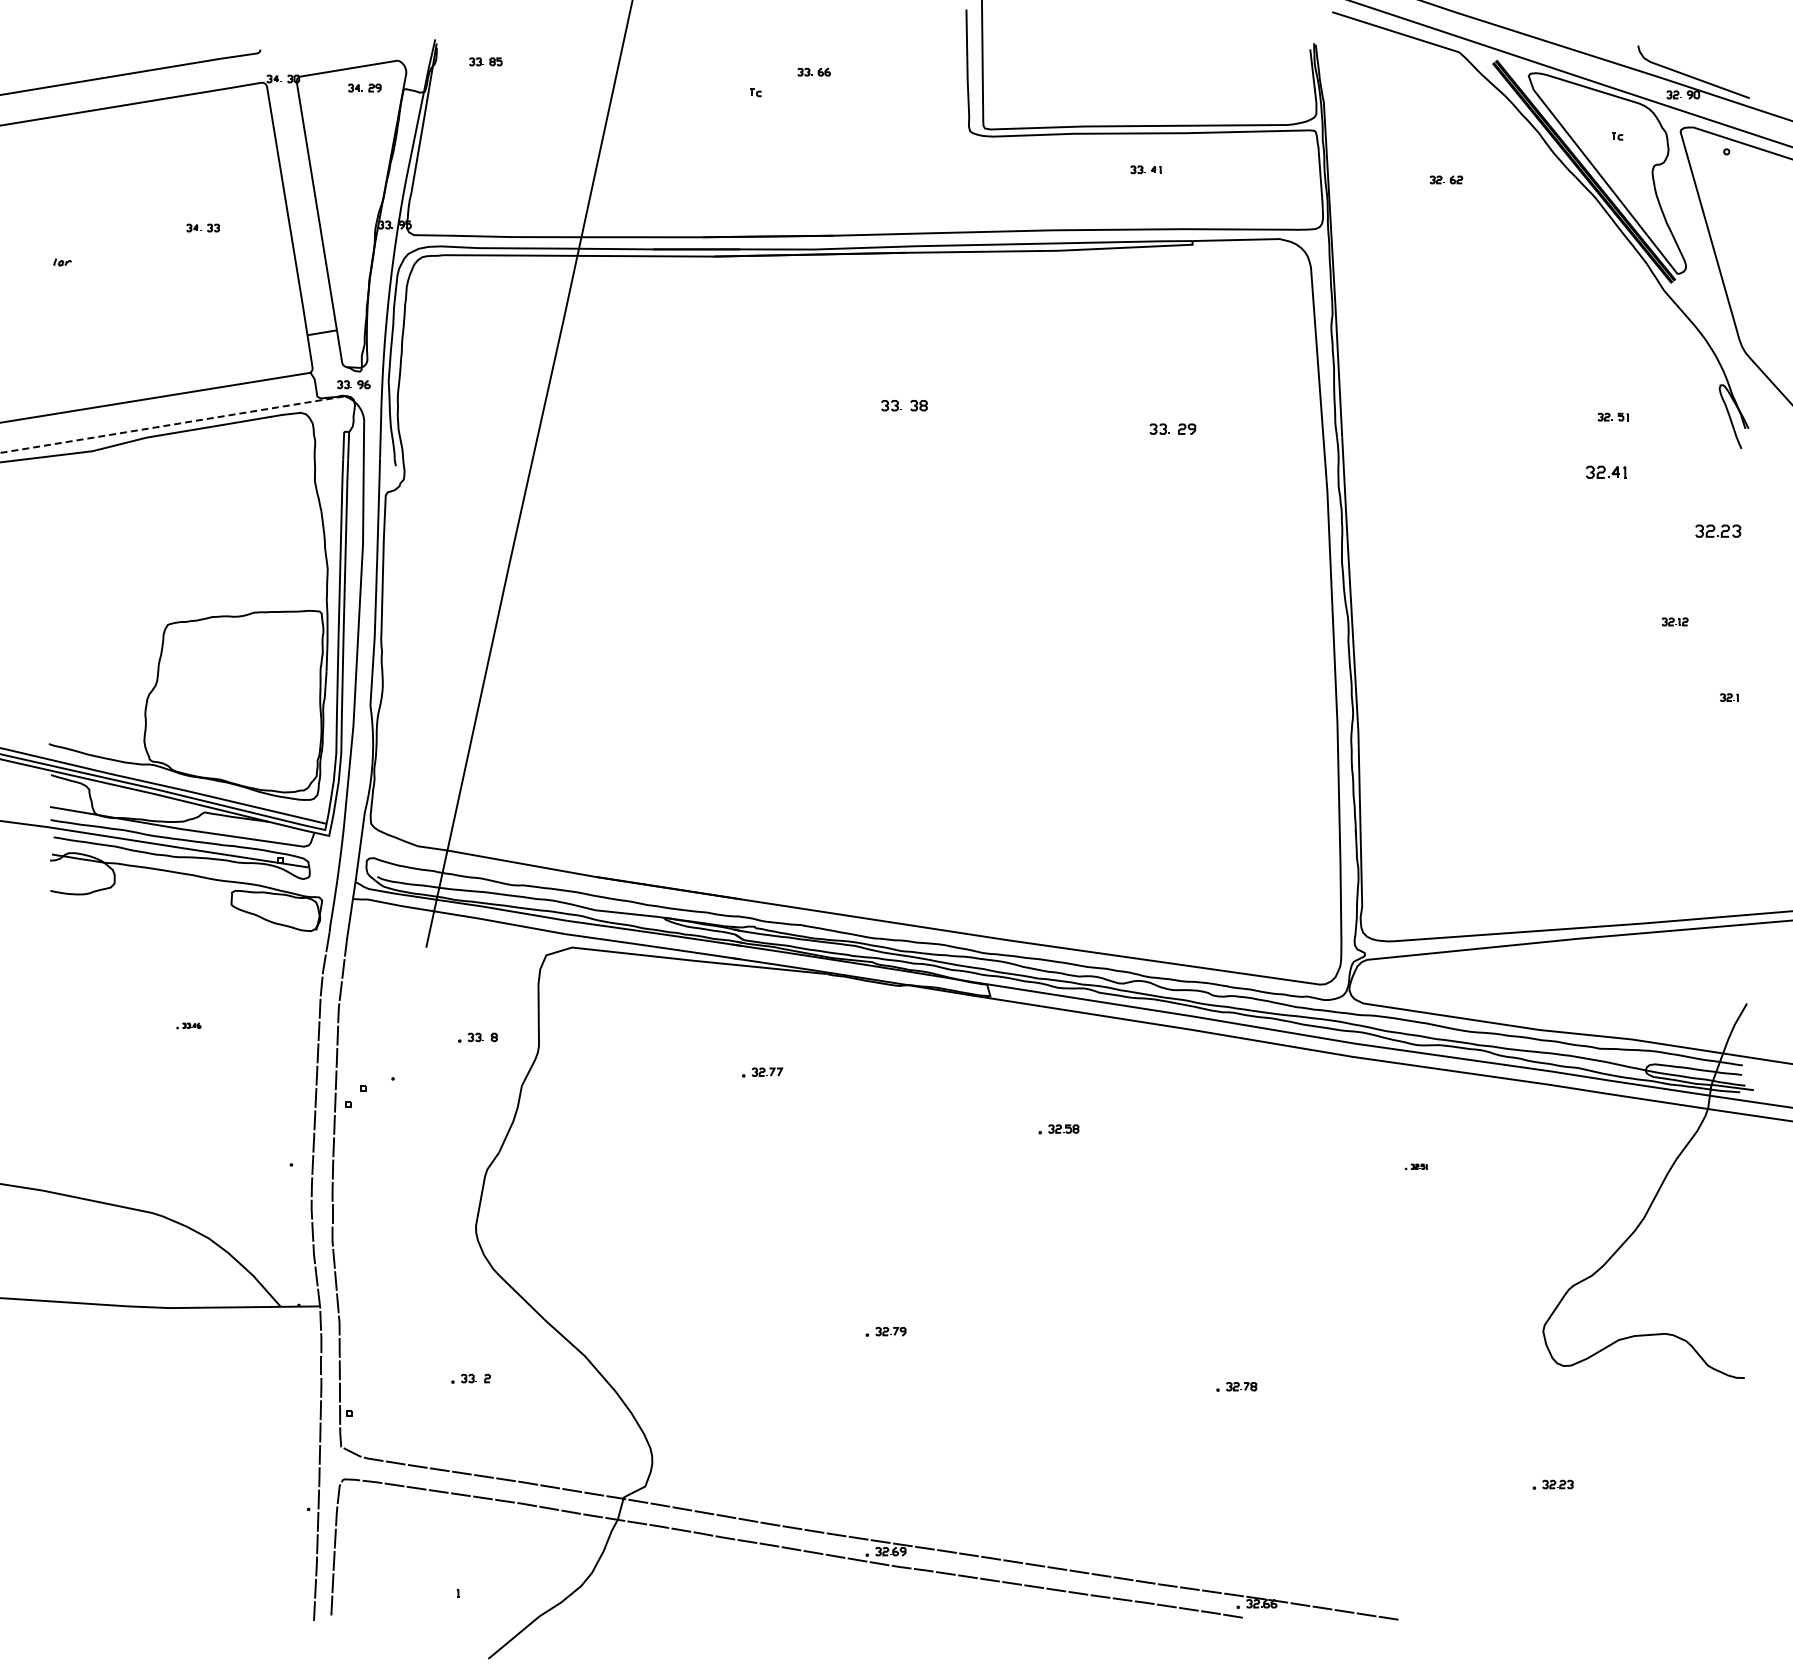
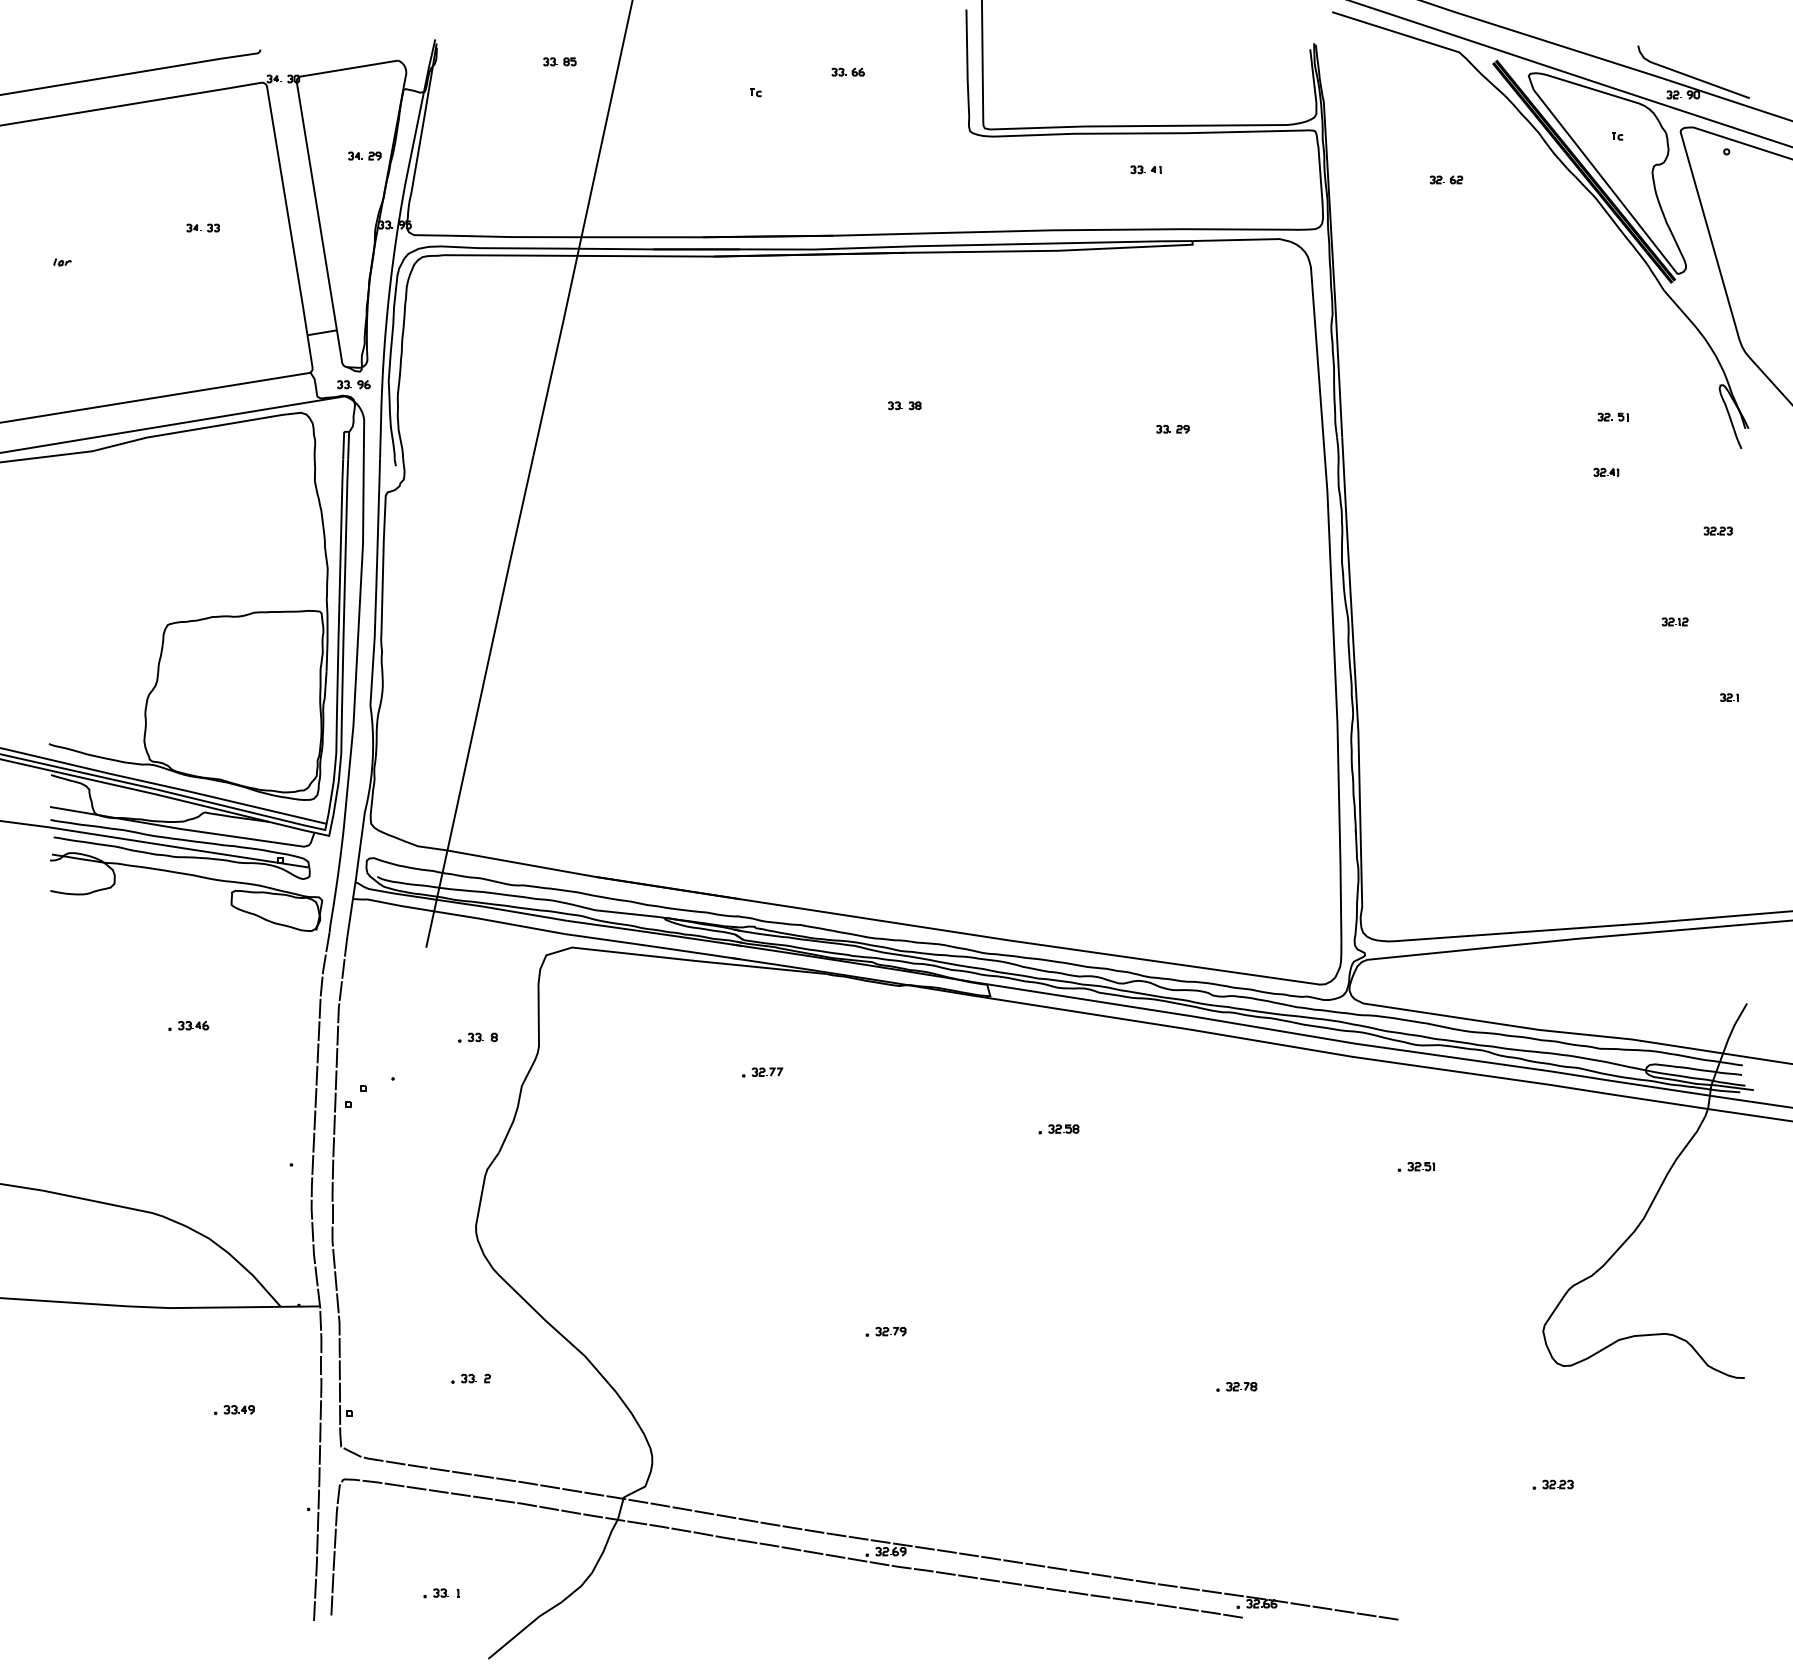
part at (485, 61) position: (485, 61) -> (559, 61)
part at (813, 71) position: (813, 71) -> (847, 71)
part at (364, 87) position: (364, 87) -> (364, 155)
part at (904, 405) size: 47x12 px -> 34x10 px
line at (173, 424): dashed -> solid
part at (1172, 428) size: 48x12 px -> 34x9 px
part at (1606, 471) size: 41x14 px -> 27x9 px
part at (1718, 530) size: 47x14 px -> 30x10 px
part at (188, 1025) size: 26x8 px -> 42x10 px
part at (1416, 1166) size: 23x8 px -> 38x10 px
part at (234, 1409): none -> present
part at (435, 1593): none -> present
